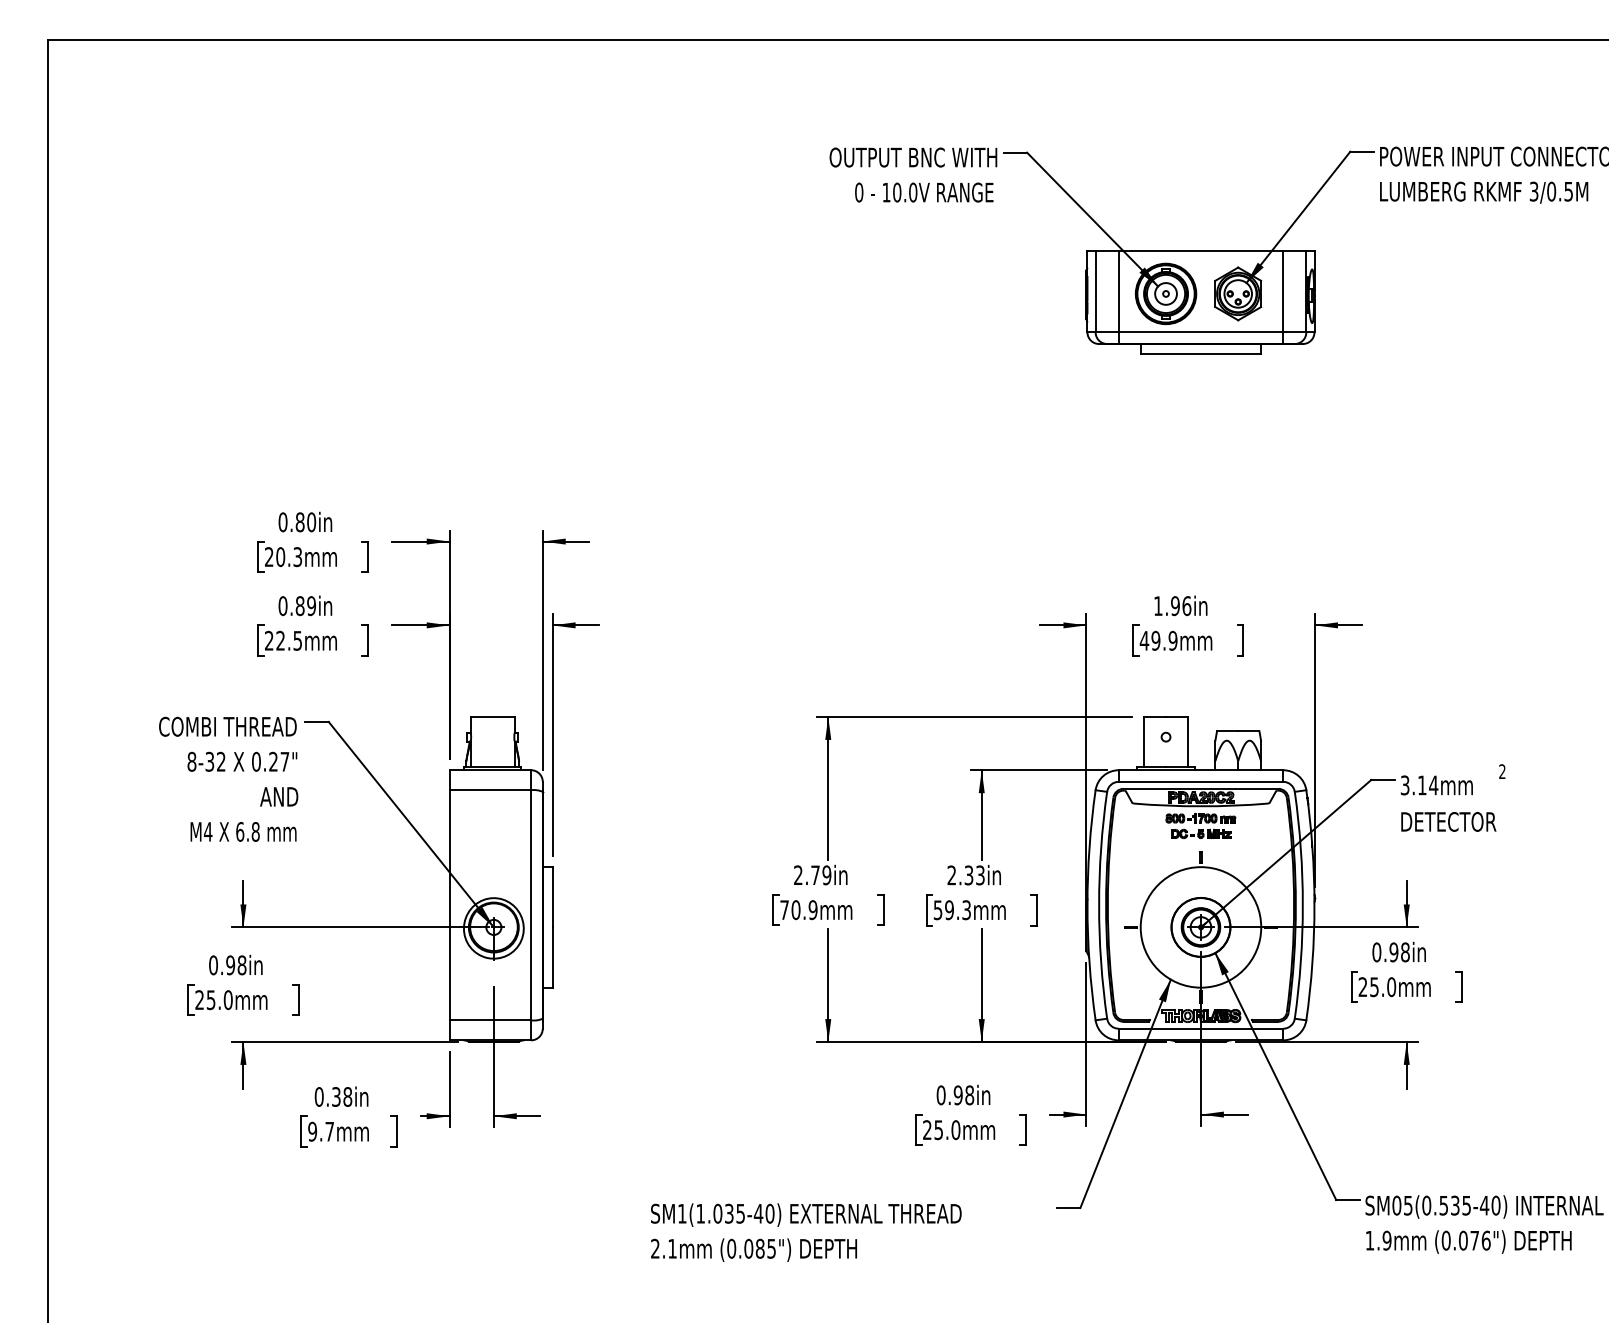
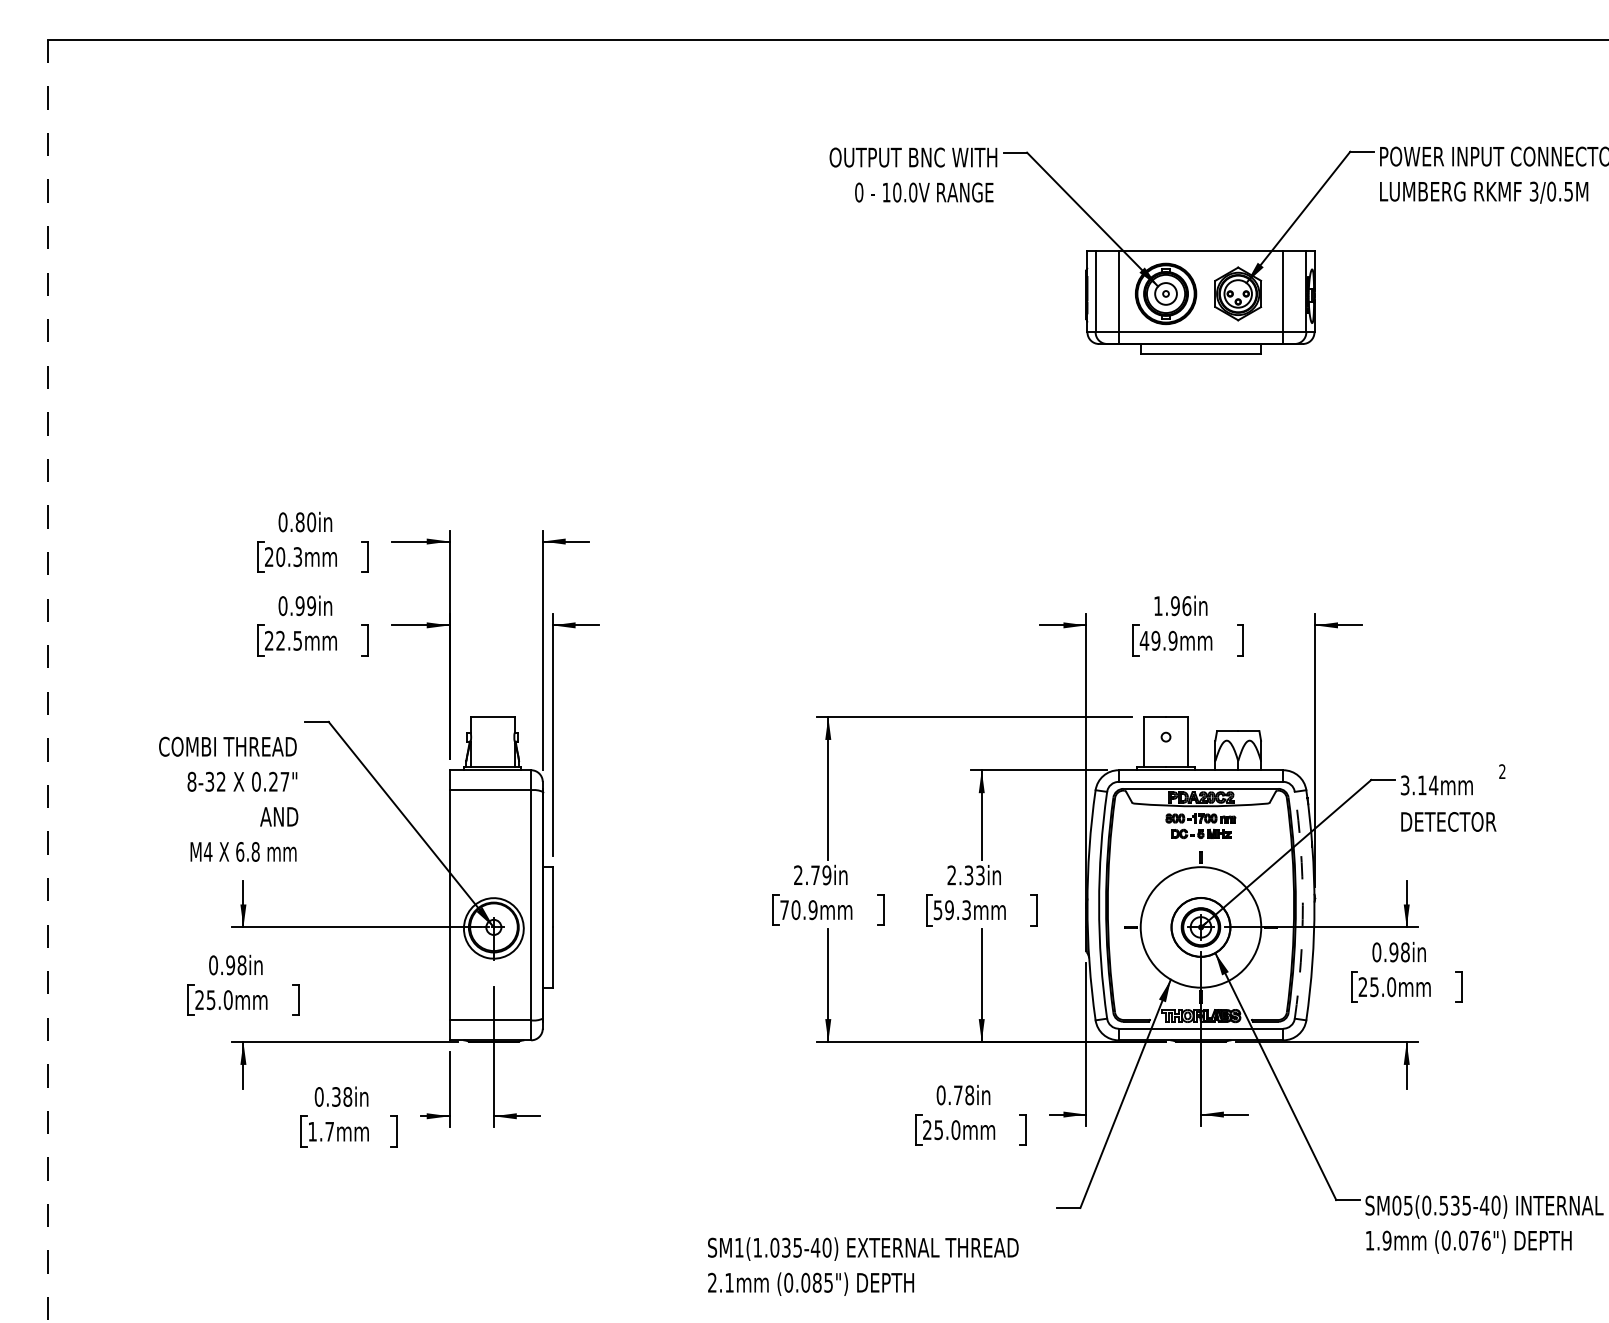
text at (299, 606): 0.89in -> 0.99in
line at (48, 681): solid -> dashed
text at (228, 778) position: (228, 778) -> (228, 798)
arc at (1302, 905): solid -> dashed
text at (957, 1095): 0.98in -> 0.78in
text at (312, 1131): 9.7mm -> 1.7mm
text at (806, 1232) position: (806, 1232) -> (863, 1266)
